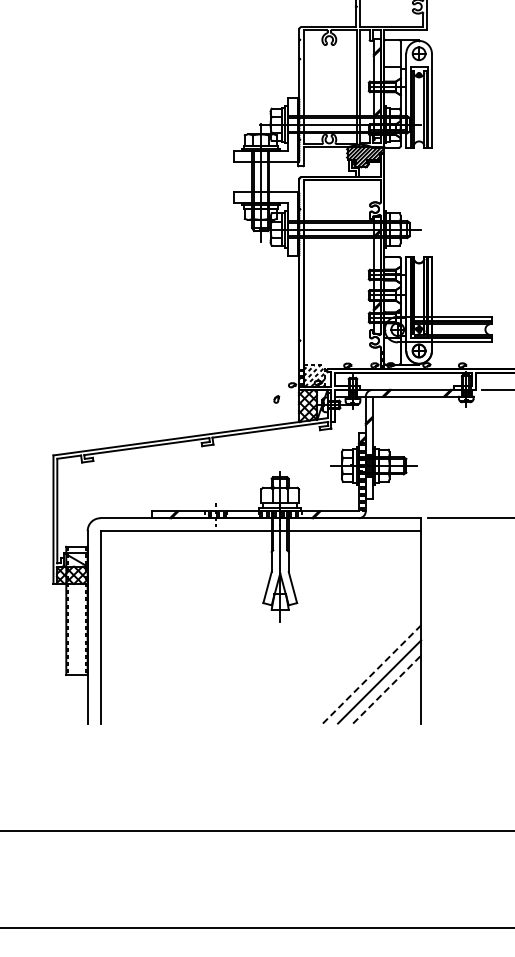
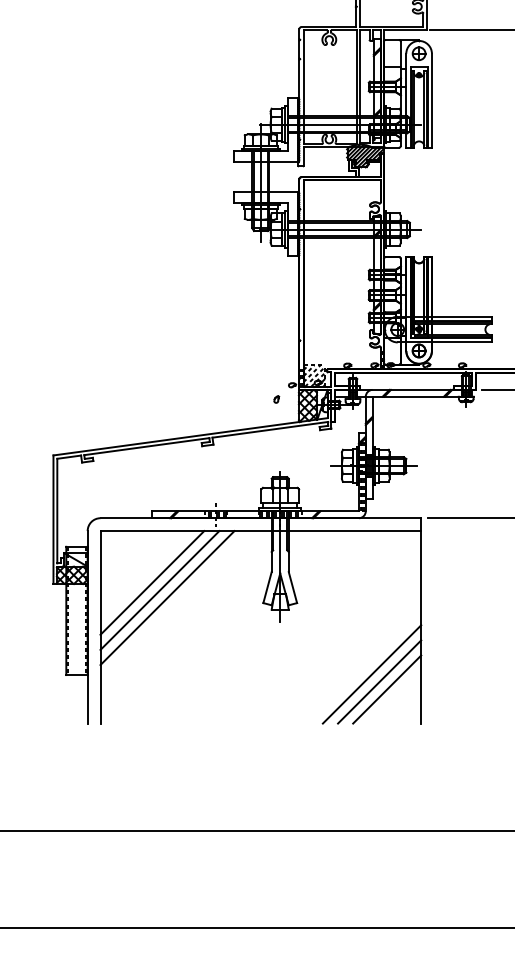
line at (470, 30): none -> present
line at (152, 582): none -> present
line at (159, 590): none -> present
line at (167, 598): none -> present
line at (372, 674): dashed -> solid
line at (387, 689): dashed -> solid
